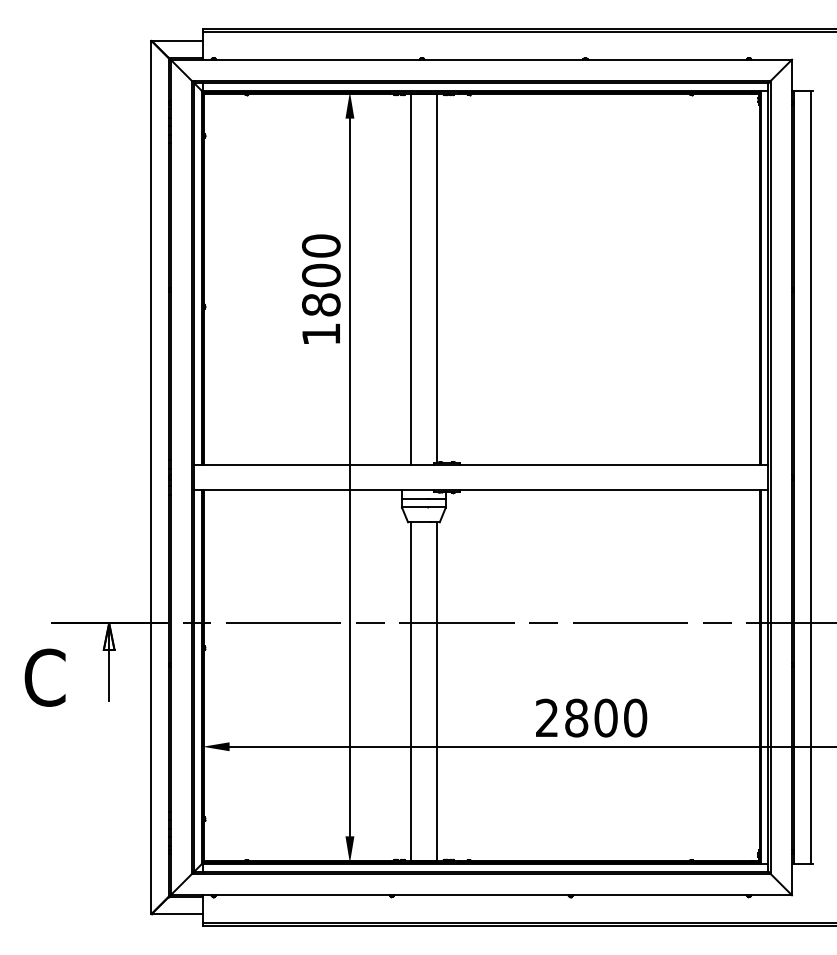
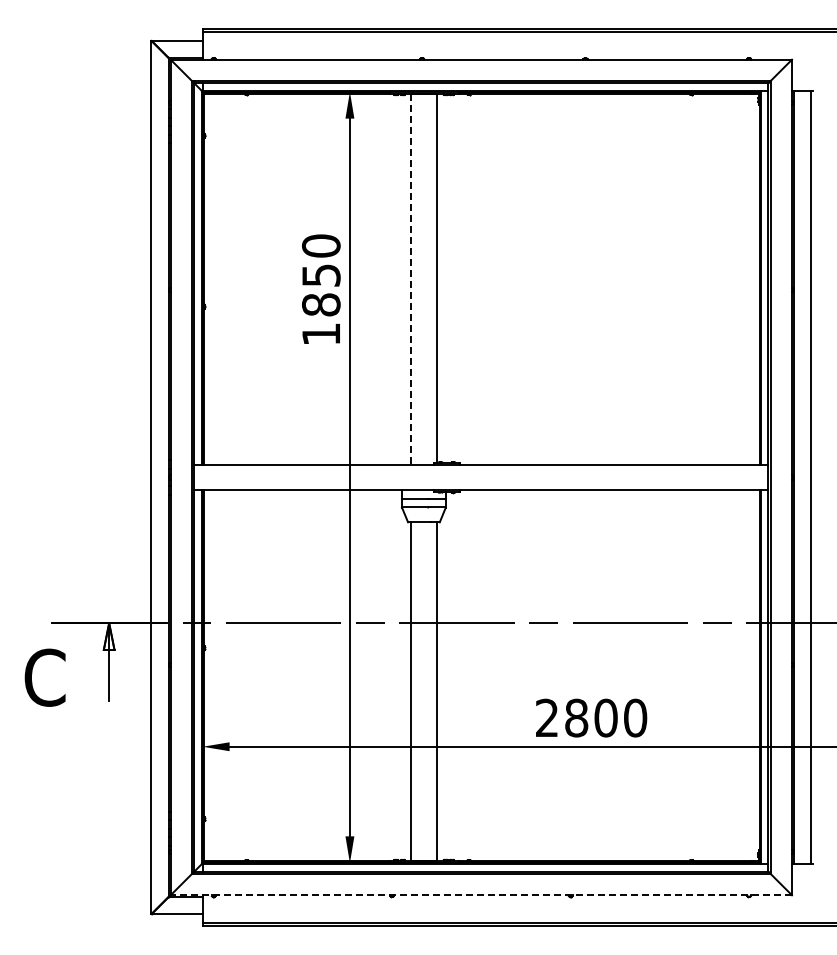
text at (321, 275): 1800 -> 1850
line at (411, 279): solid -> dashed
line at (481, 895): solid -> dashed
